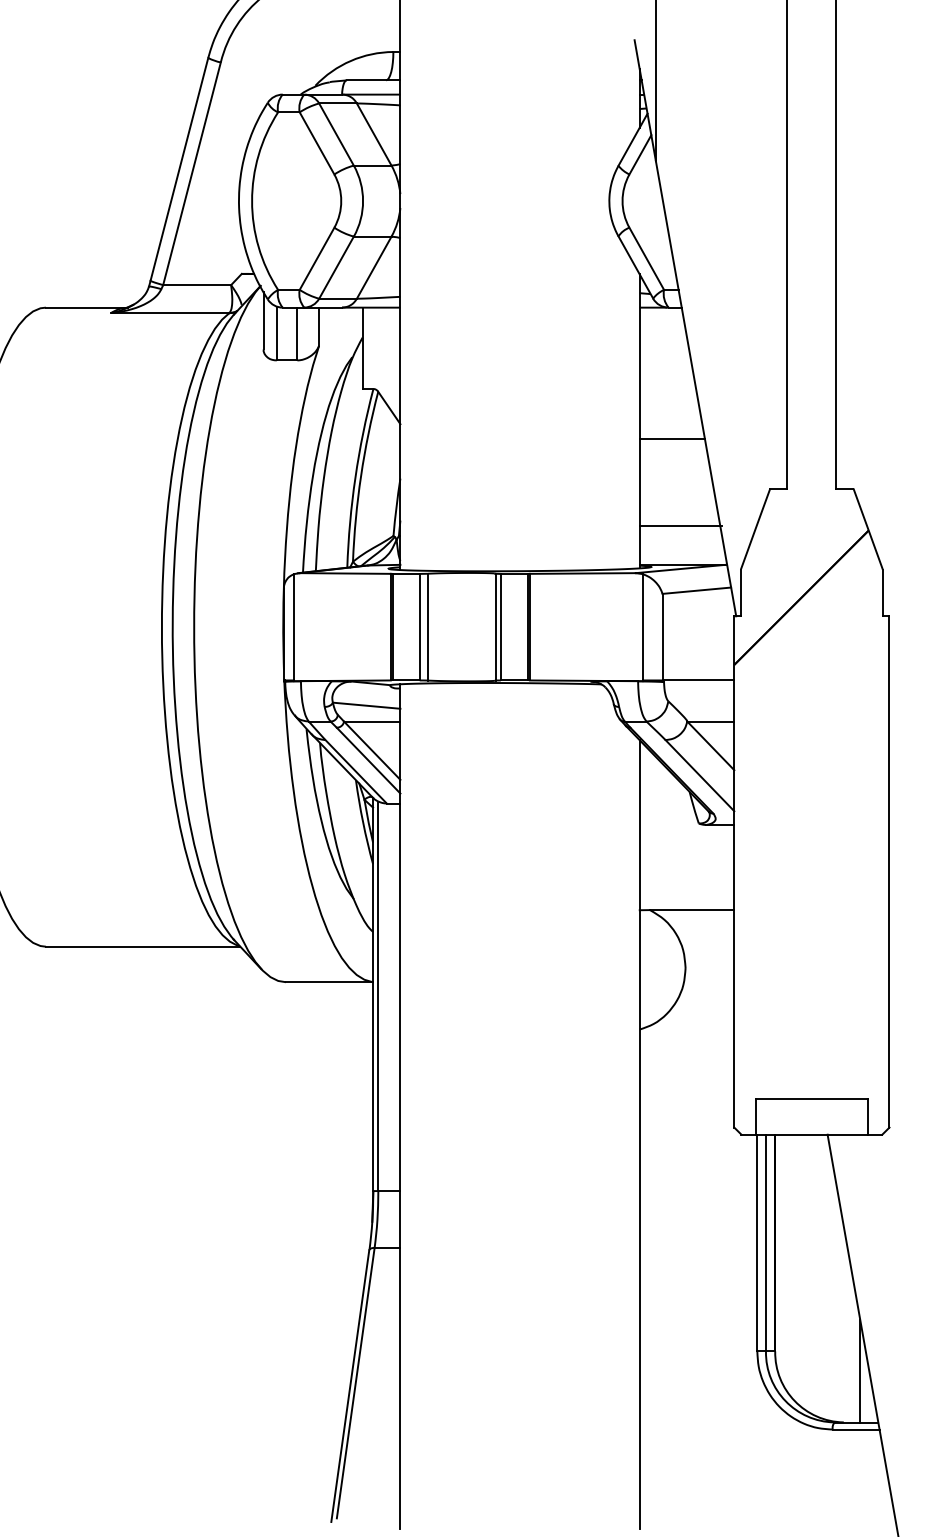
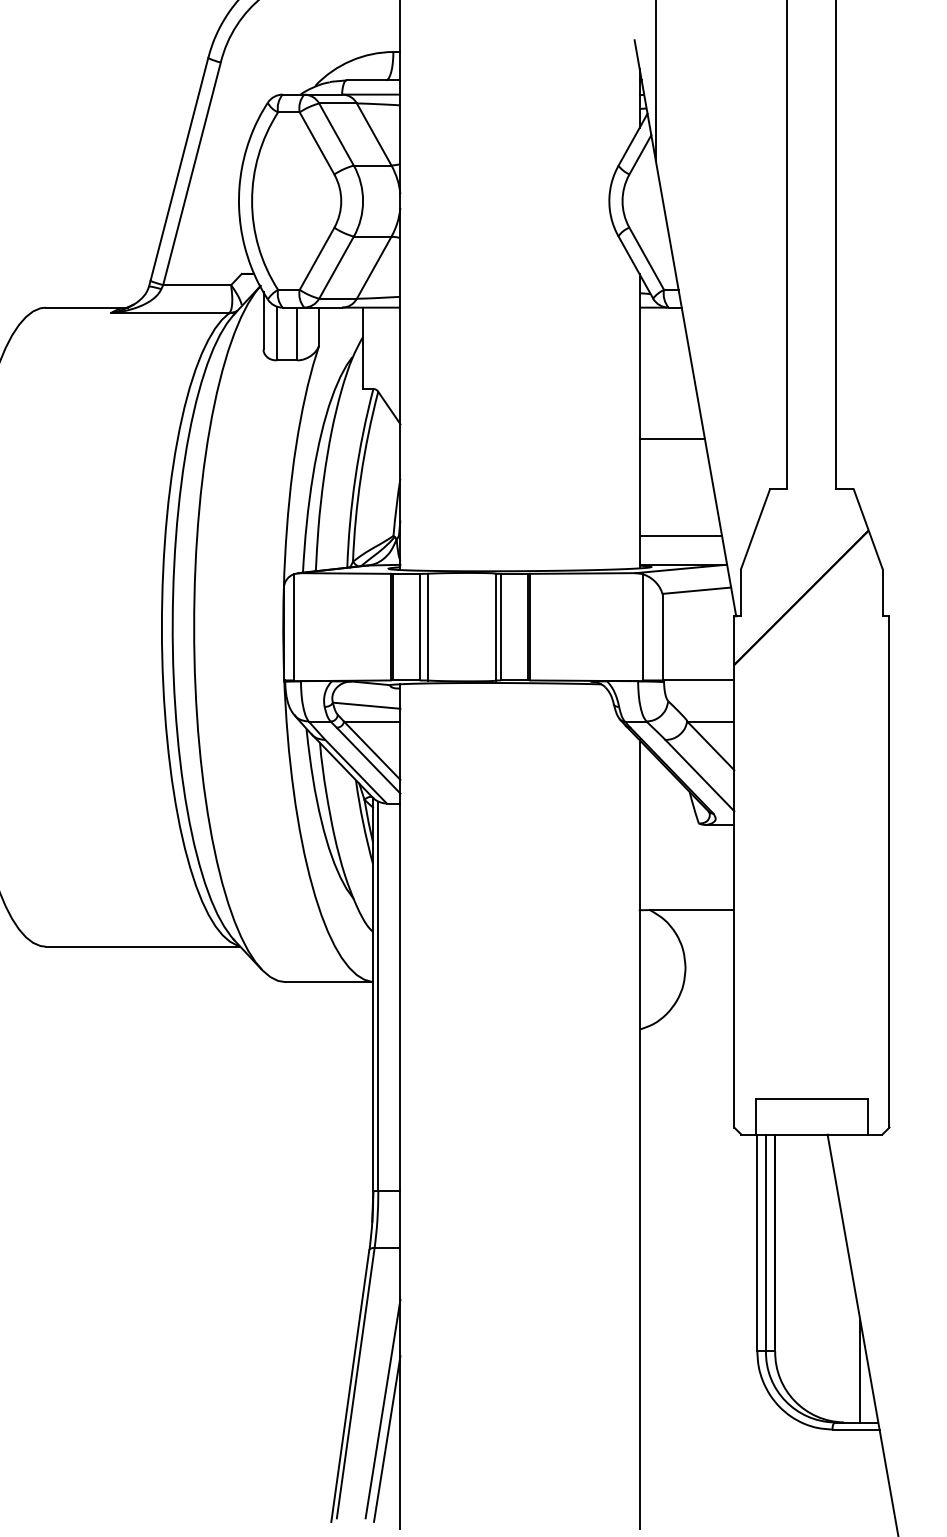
line at (680, 525) position: (680, 525) -> (680, 535)
line at (382, 1408): none -> present
line at (387, 1438): none -> present
